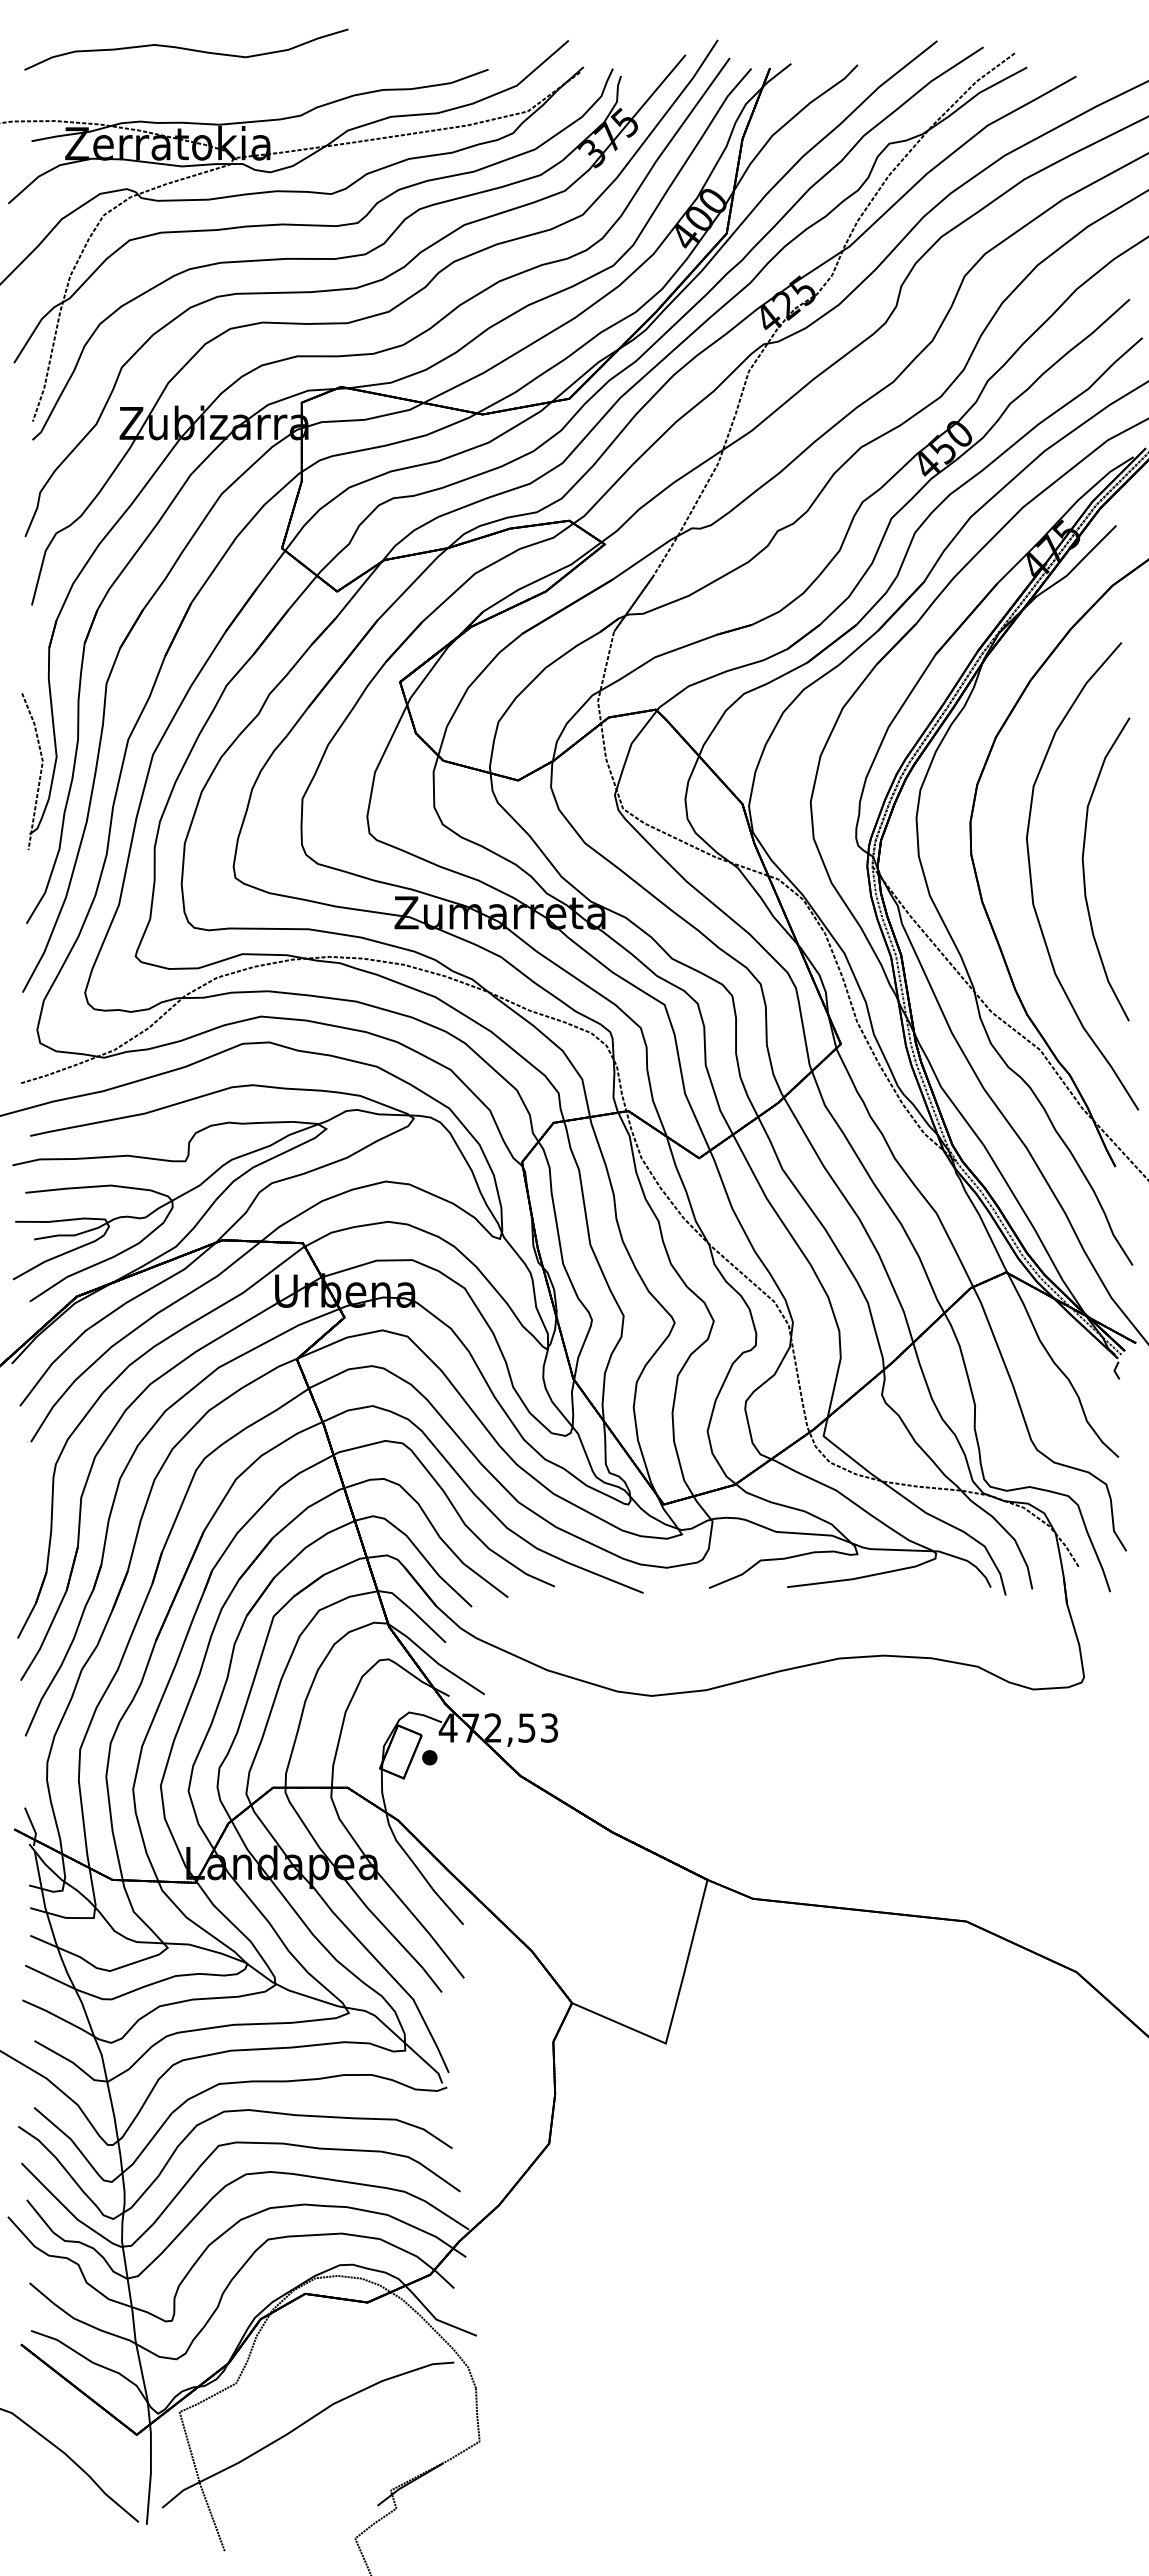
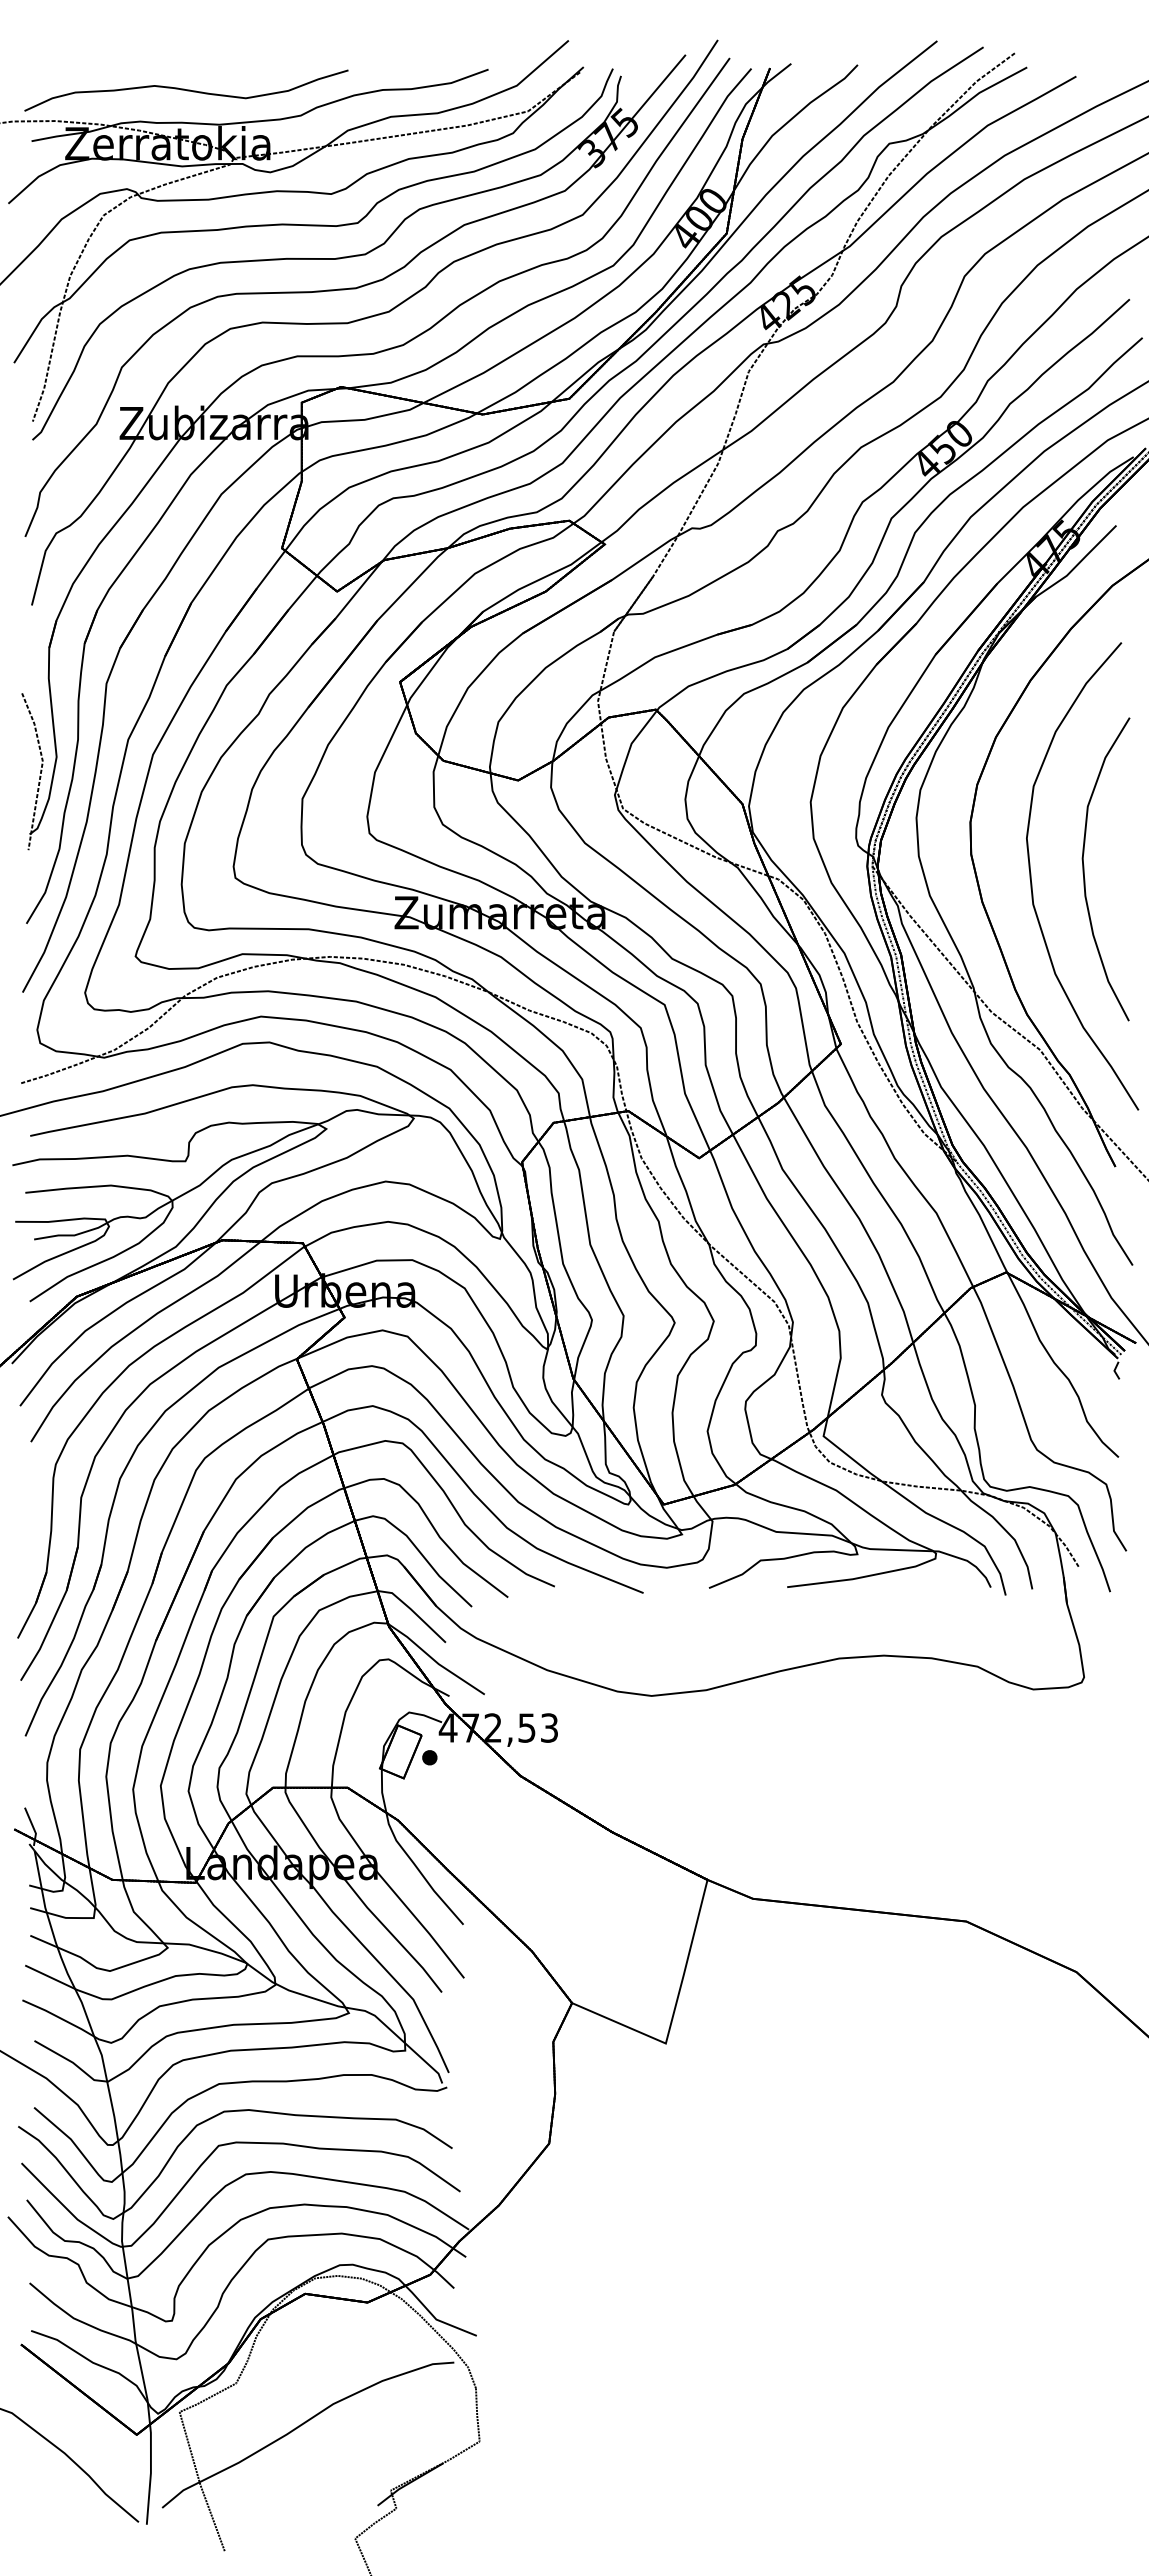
curve at (186, 49) position: (186, 49) -> (186, 90)
